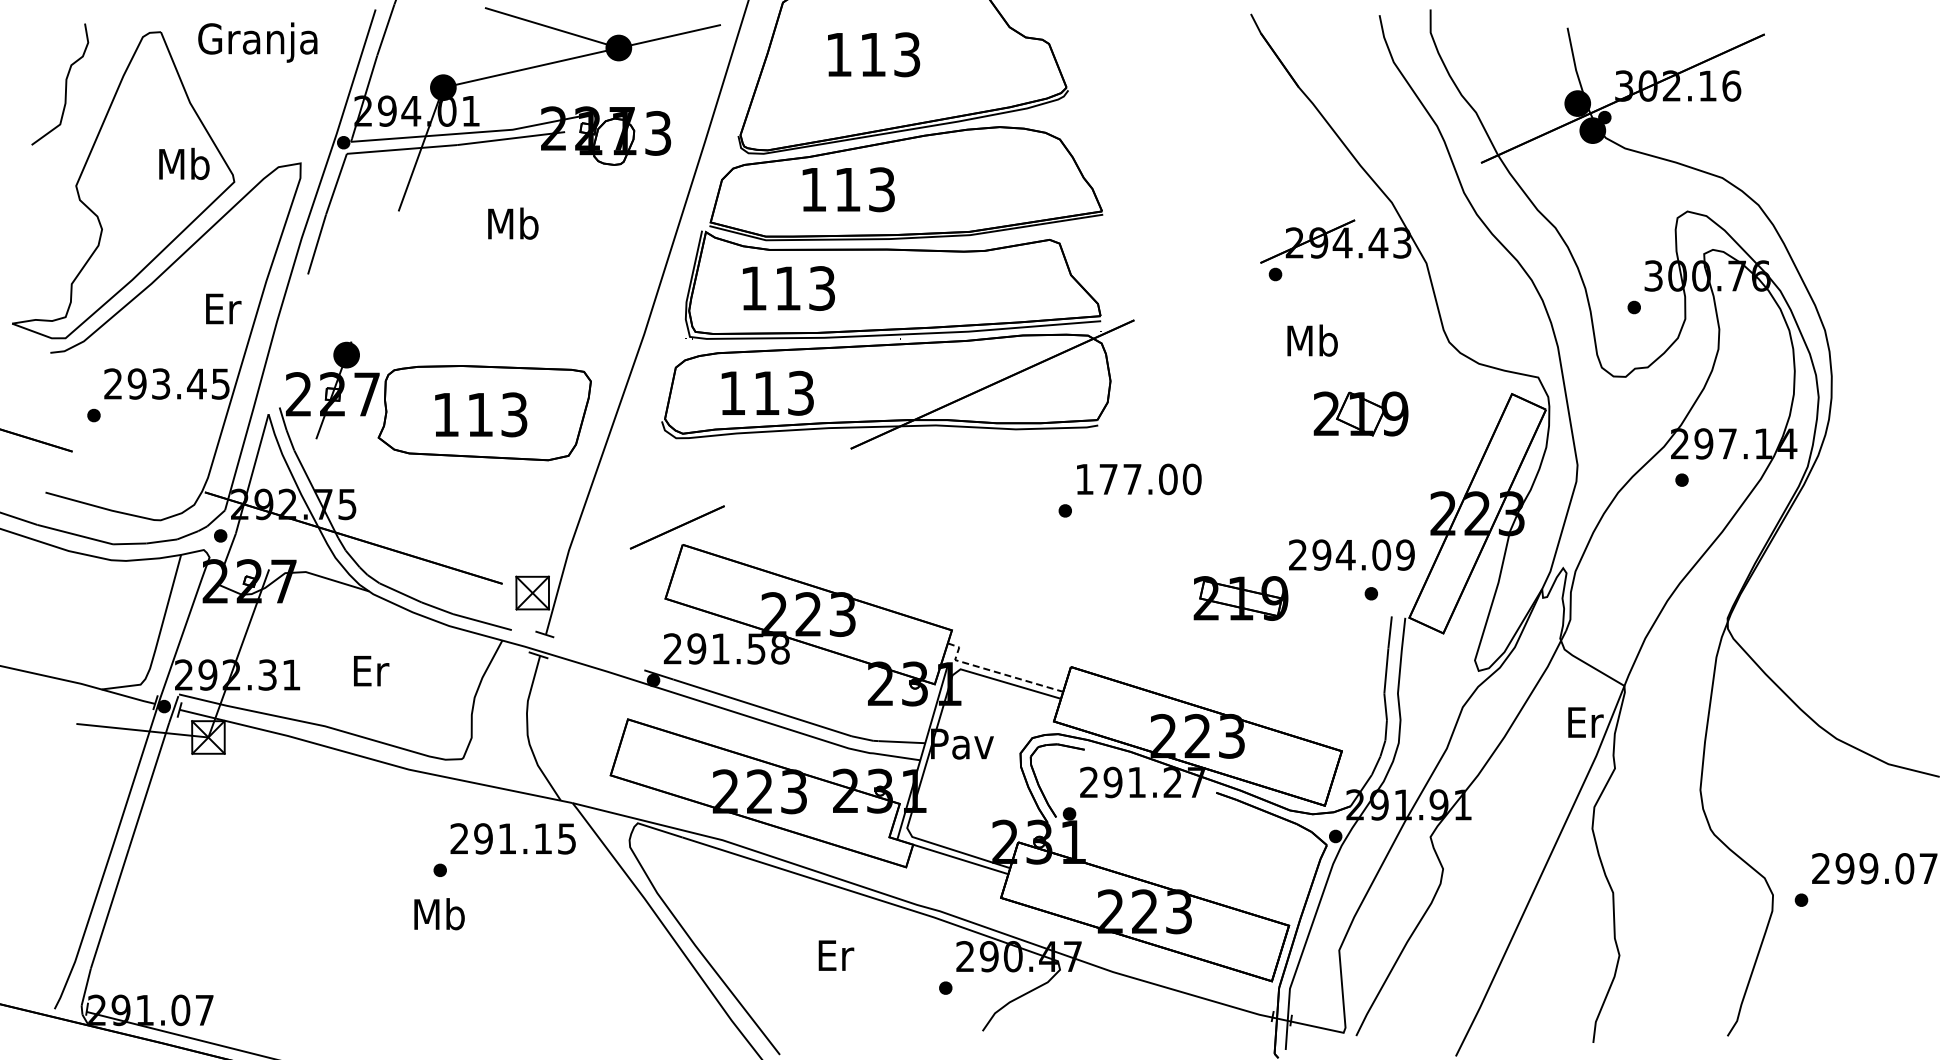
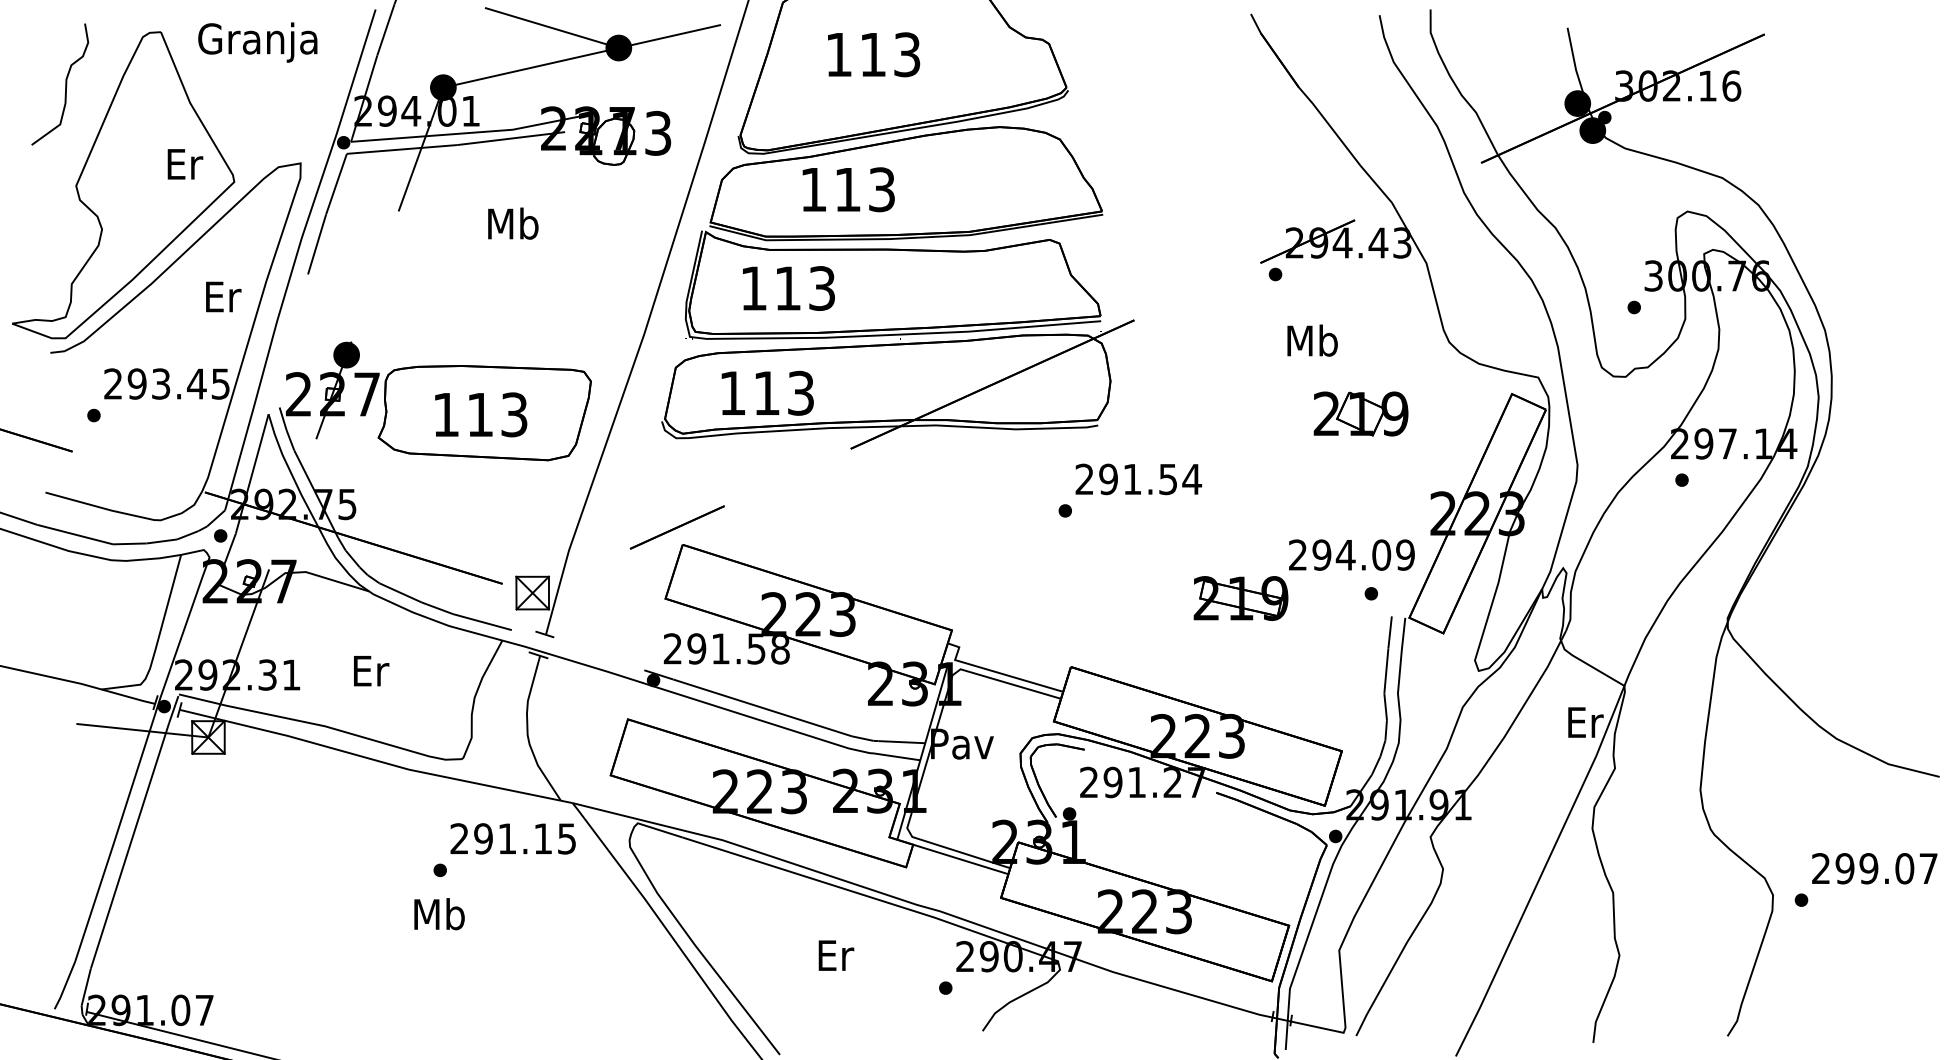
text at (184, 163): Mb -> Er
text at (223, 308) position: (223, 308) -> (223, 296)
text at (1138, 479): 177.00 -> 291.54
line at (995, 671): dashed -> solid
